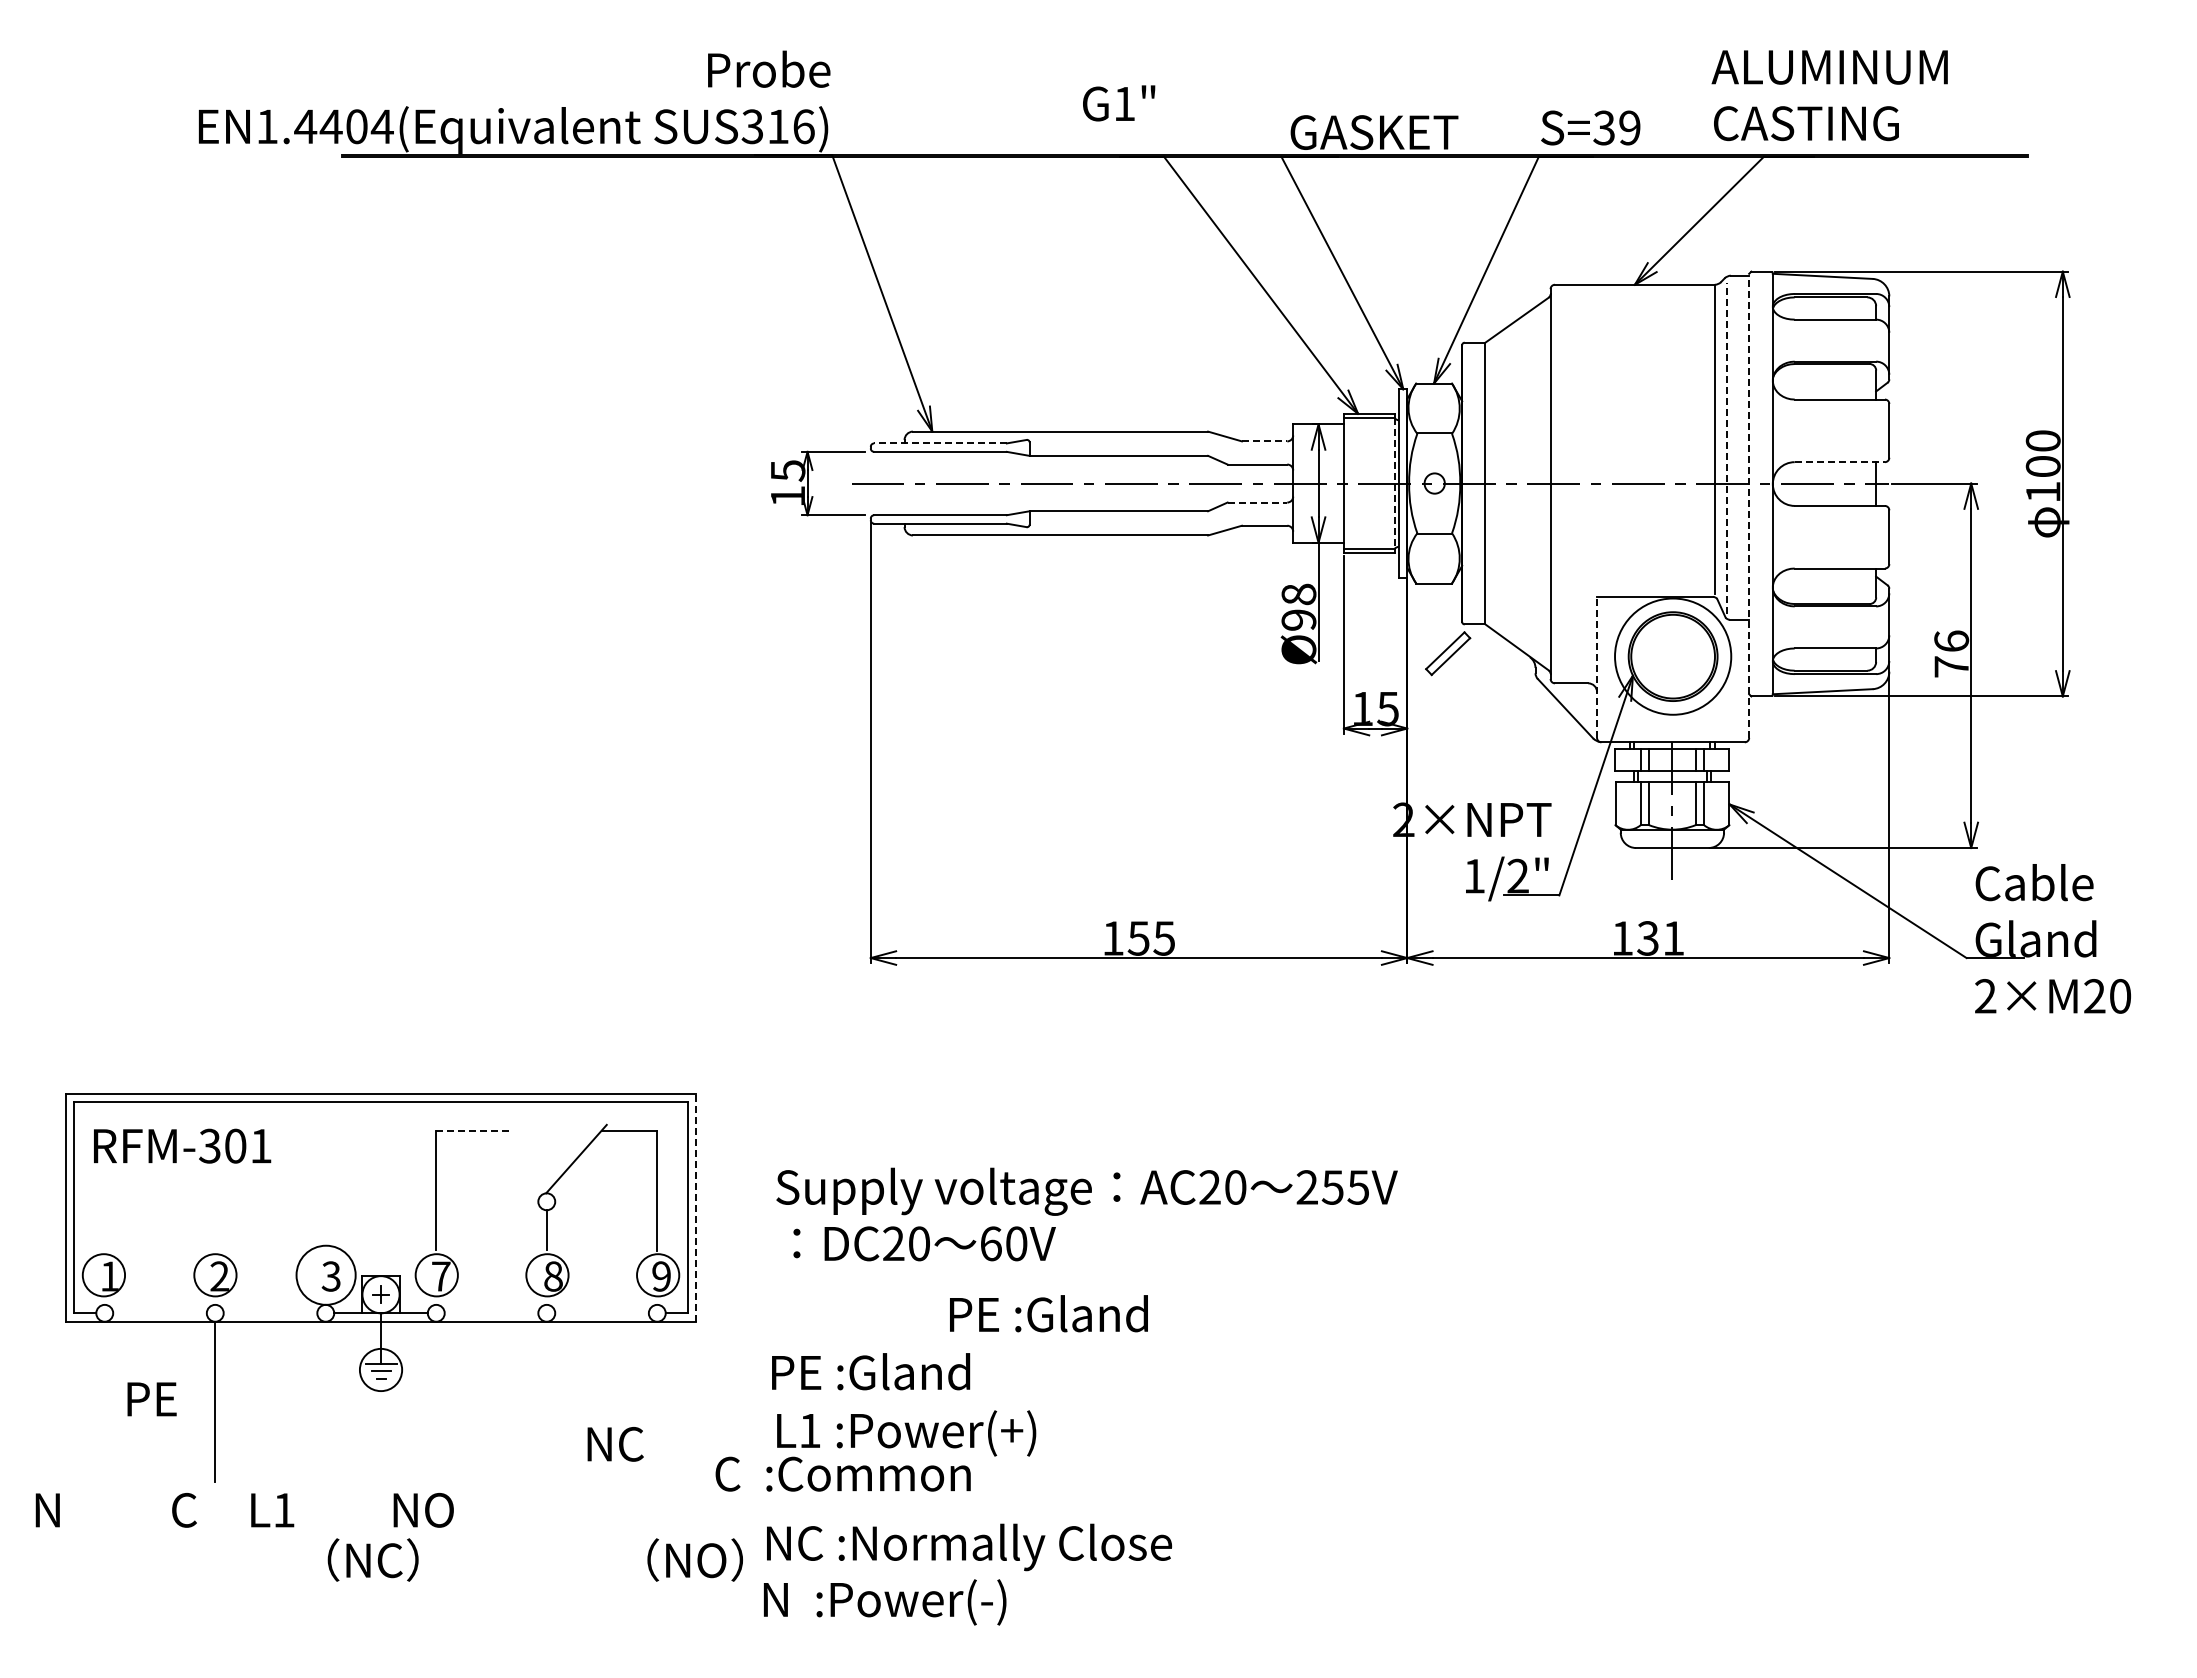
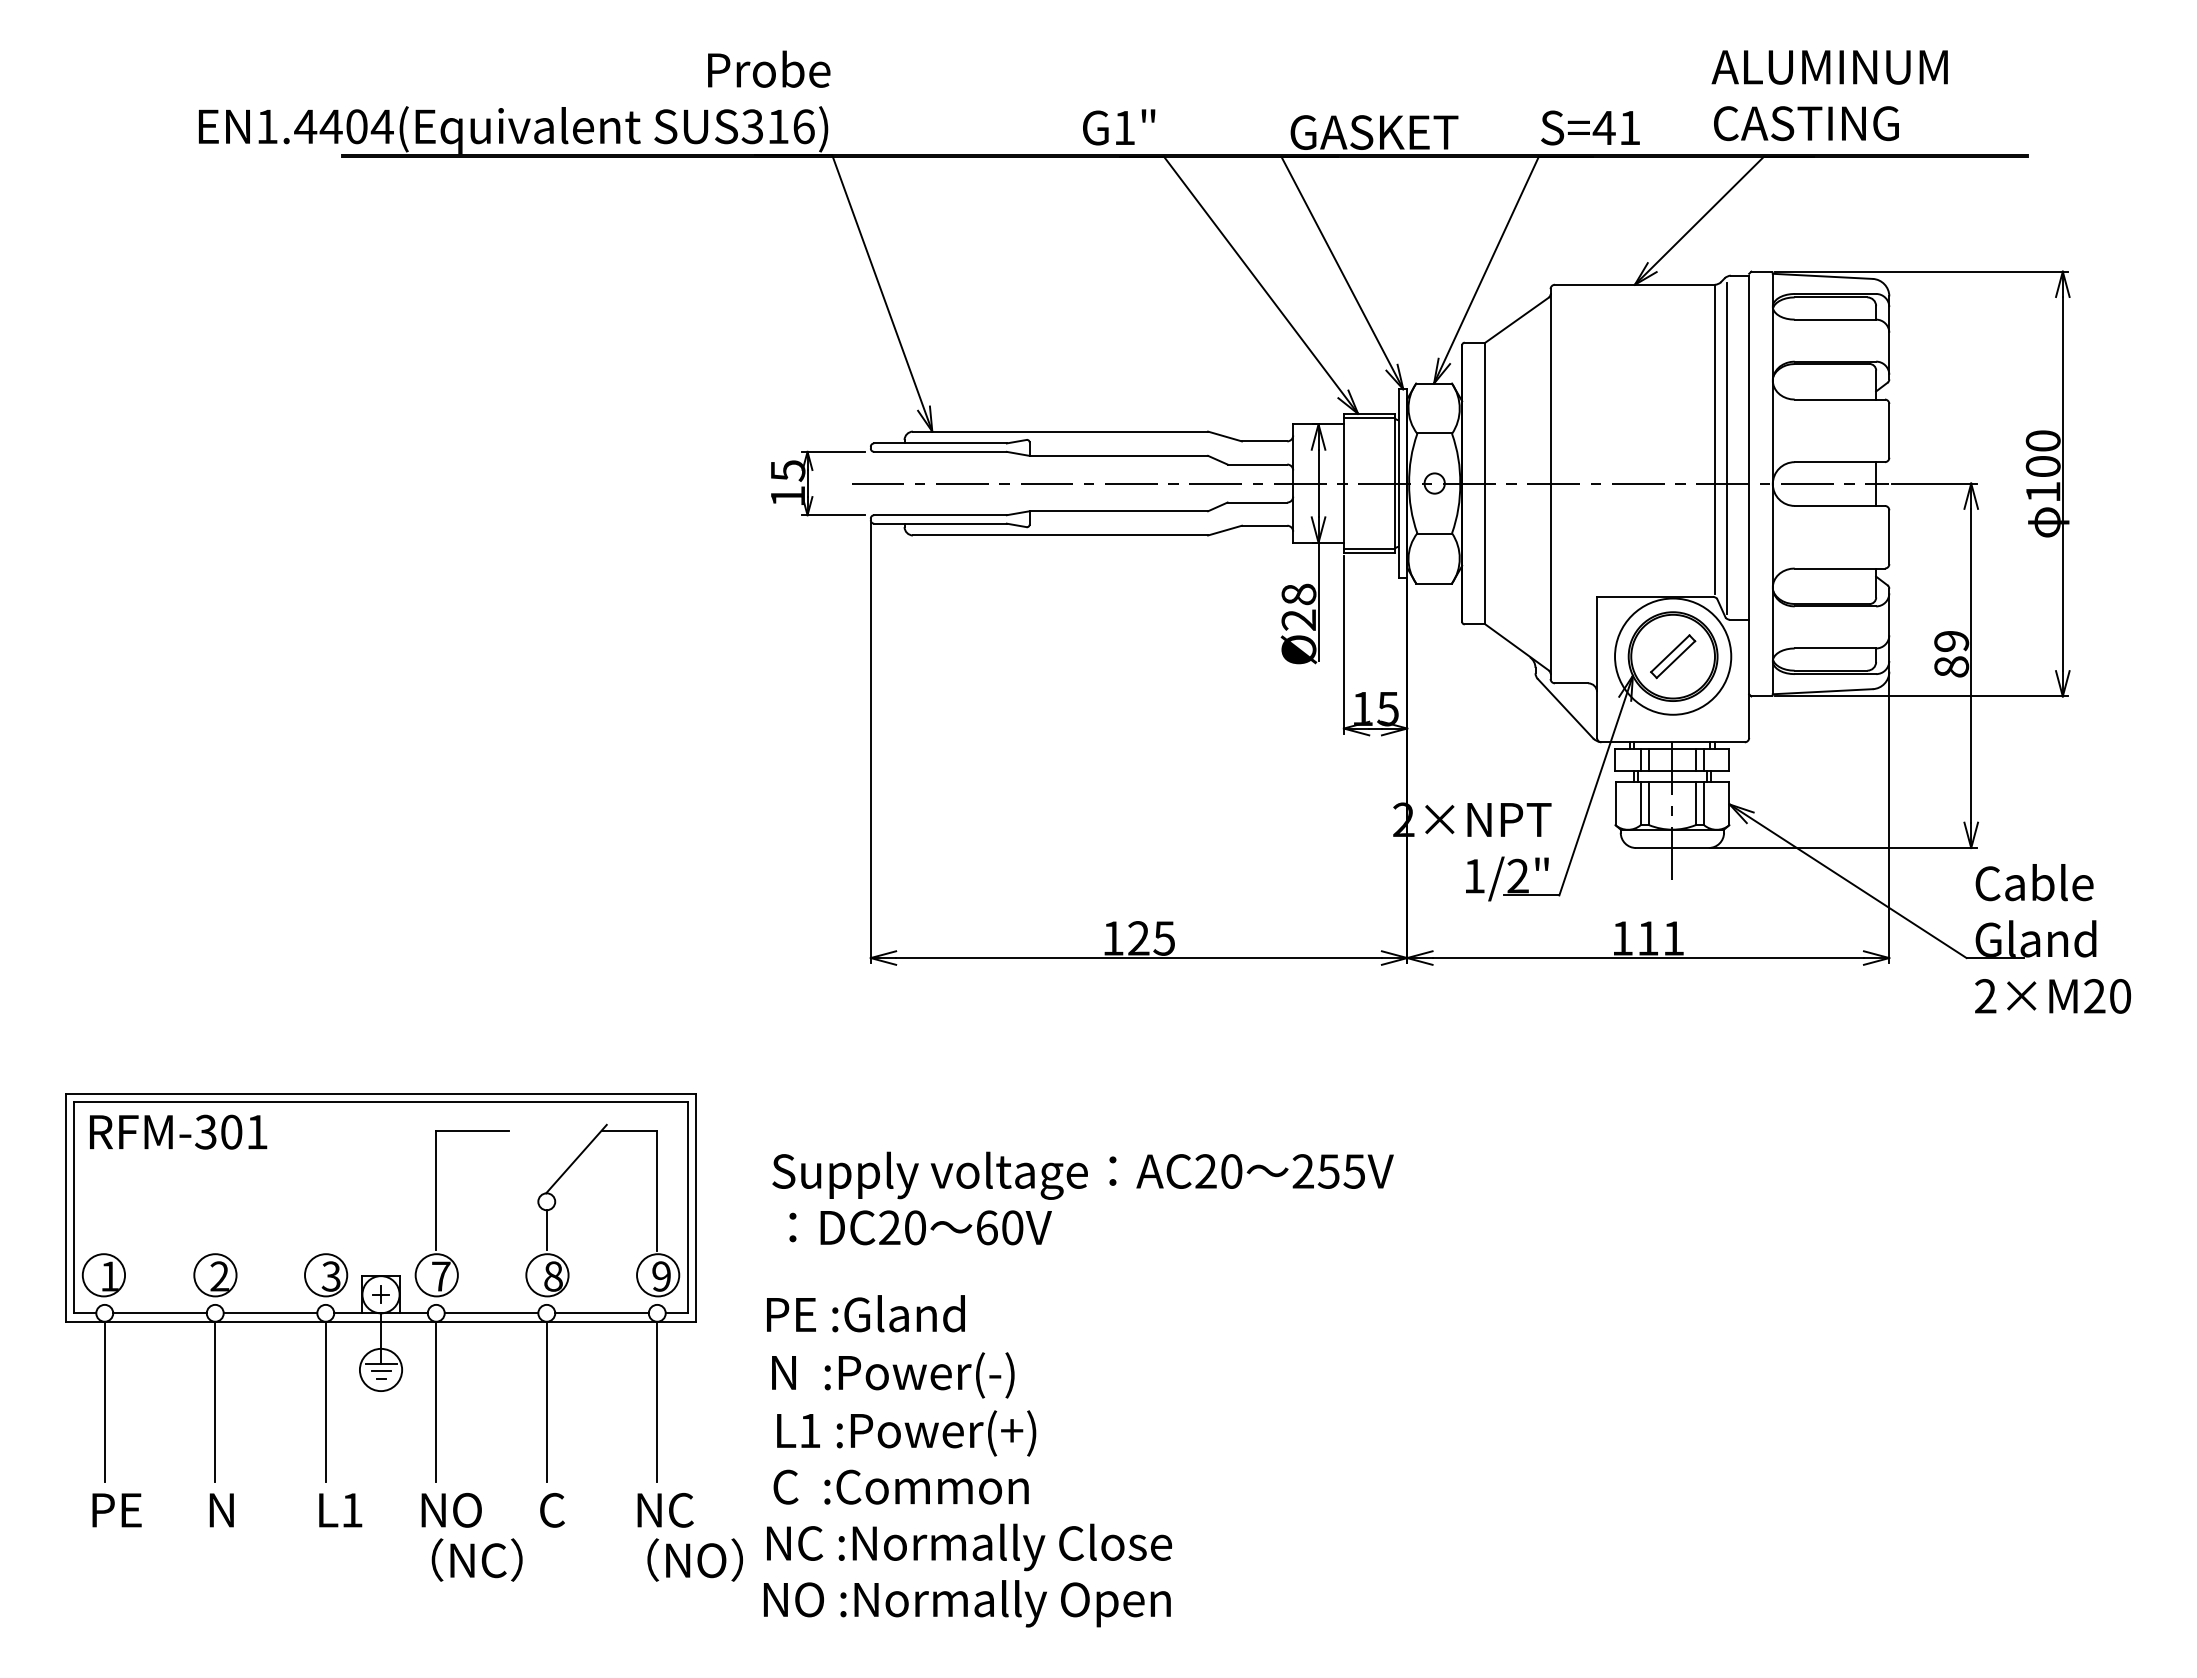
text at (1119, 103) position: (1119, 103) -> (1119, 127)
text at (1616, 127): S=39 -> S=41
line at (1264, 441): dashed -> solid
line at (939, 443): dashed -> solid
line at (1727, 448): dashed -> solid
line at (1840, 462): dashed -> solid
line at (1394, 484): dashed -> solid
line at (1257, 502): dashed -> solid
line at (1749, 506): dashed -> solid
text at (1299, 619): Ø98 -> Ø28
part at (1448, 653) position: (1448, 653) -> (1673, 656)
text at (1951, 653): 76 -> 89
line at (1597, 667): dashed -> solid
text at (1138, 938): 155 -> 125
text at (1647, 938): 131 -> 111
line at (472, 1130): dashed -> solid
text at (182, 1145) position: (182, 1145) -> (178, 1131)
line at (696, 1207): dashed -> solid
text at (1086, 1214) position: (1086, 1214) -> (1082, 1198)
circle at (325, 1274) diameter: 59 px -> 42 px
line at (159, 1313): none -> present
line at (270, 1313): none -> present
line at (491, 1313): none -> present
line at (601, 1313): none -> present
text at (1048, 1313) position: (1048, 1313) -> (865, 1313)
text at (894, 1375): PE :Gland -> N  :Power(-)
text at (151, 1399) position: (151, 1399) -> (116, 1510)
line at (104, 1401): none -> present
line at (325, 1401): none -> present
line at (436, 1401): none -> present
line at (546, 1401): none -> present
line at (657, 1401): none -> present
text at (615, 1444) position: (615, 1444) -> (665, 1510)
text at (842, 1473) position: (842, 1473) -> (900, 1486)
text at (47, 1510) position: (47, 1510) -> (221, 1510)
text at (184, 1510) position: (184, 1510) -> (552, 1510)
text at (272, 1510) position: (272, 1510) -> (340, 1510)
text at (423, 1510) position: (423, 1510) -> (451, 1510)
text at (372, 1559) position: (372, 1559) -> (476, 1559)
text at (982, 1603): N  :Power(-) -> NO :Normally Open
